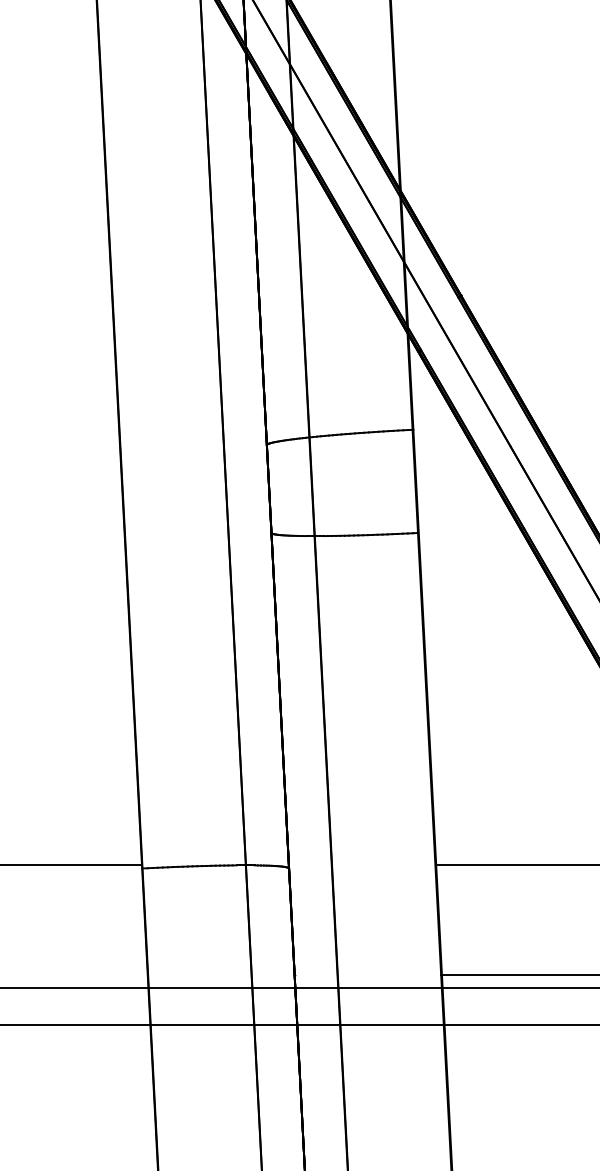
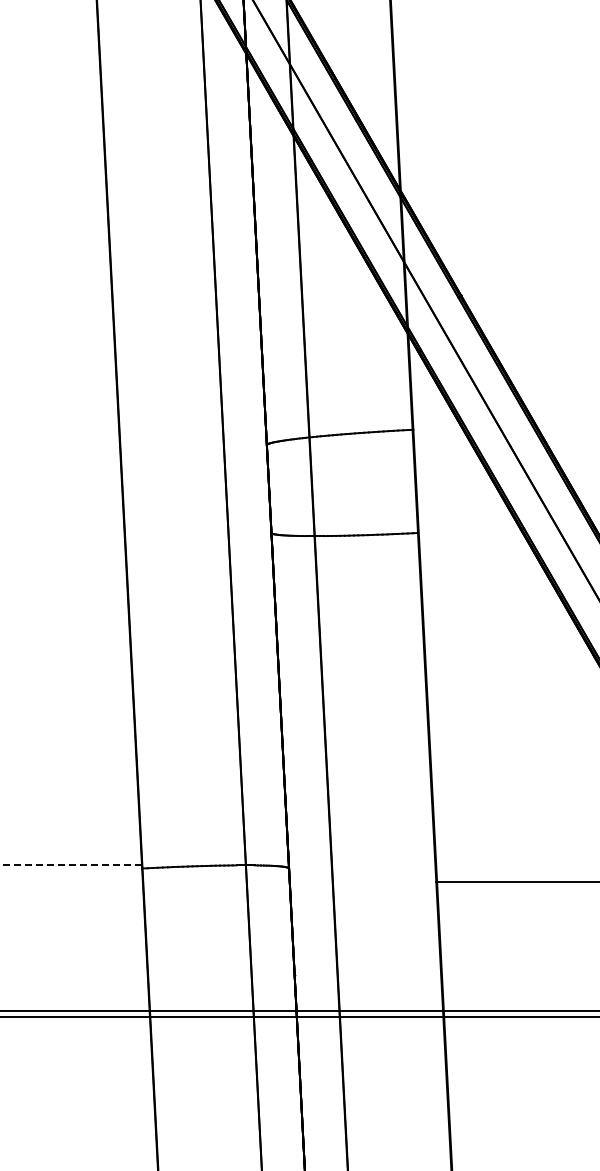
line at (71, 864): solid -> dashed
line at (516, 864) position: (516, 864) -> (516, 881)
line at (518, 975): present -> none
line at (299, 988) position: (299, 988) -> (299, 1011)
line at (299, 1024) position: (299, 1024) -> (299, 1016)
